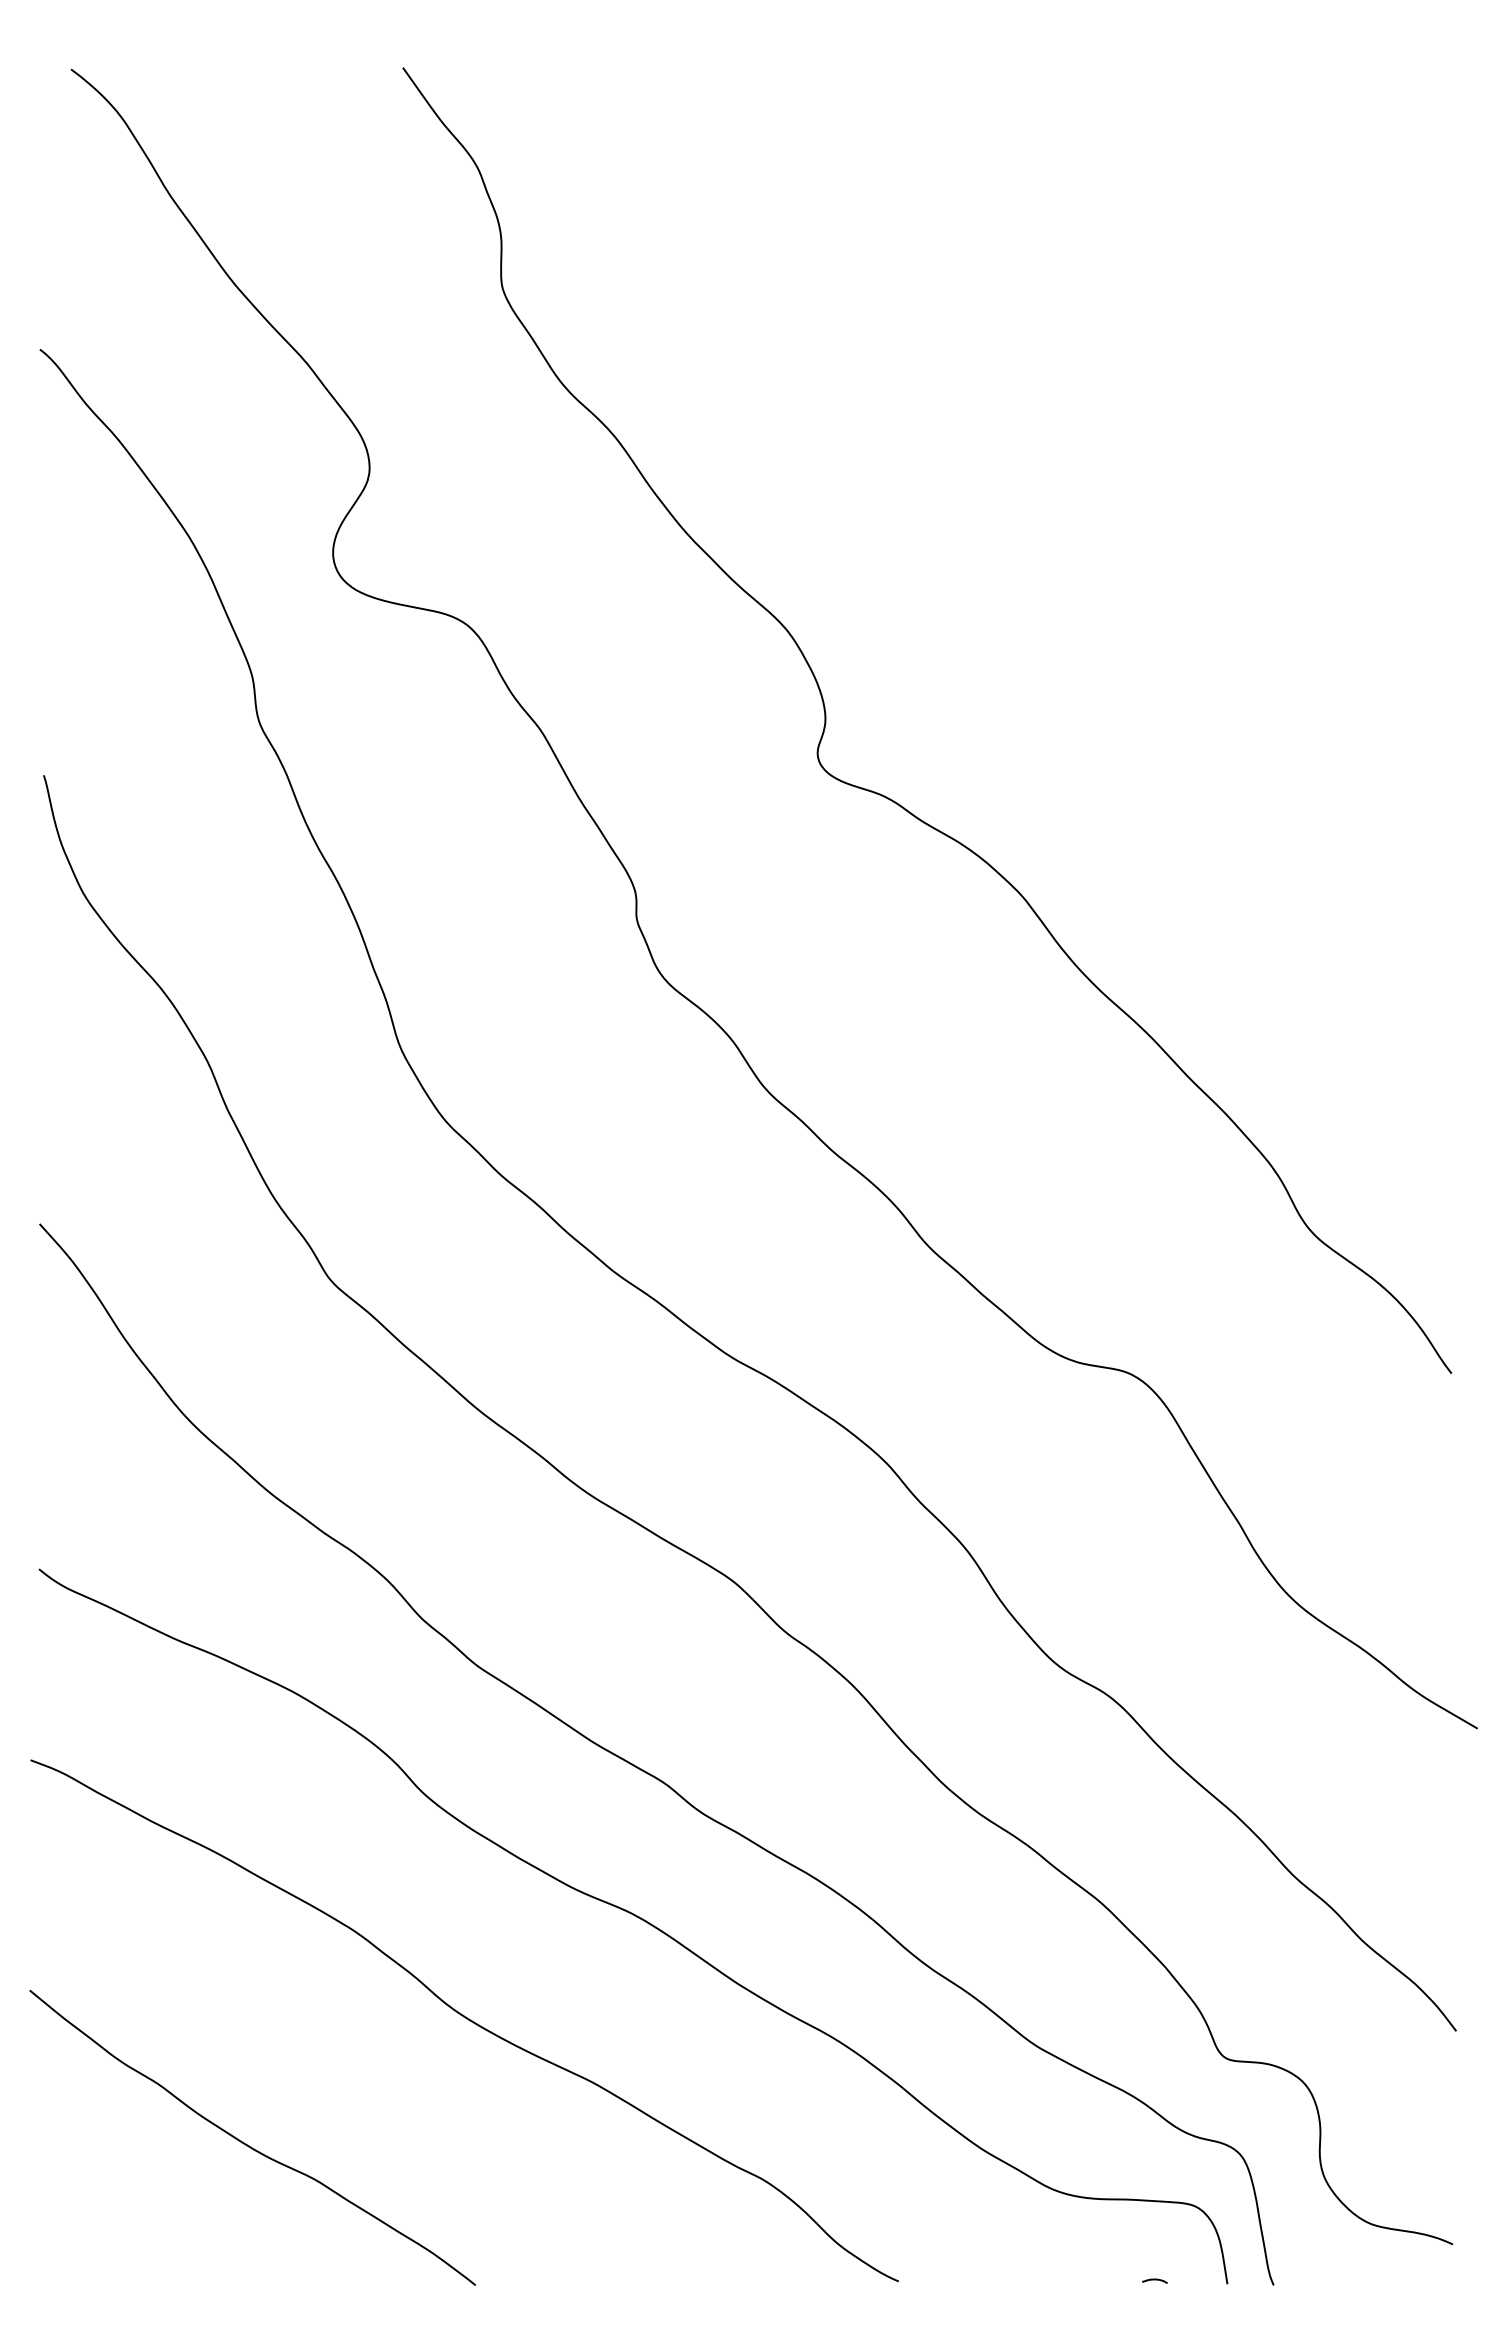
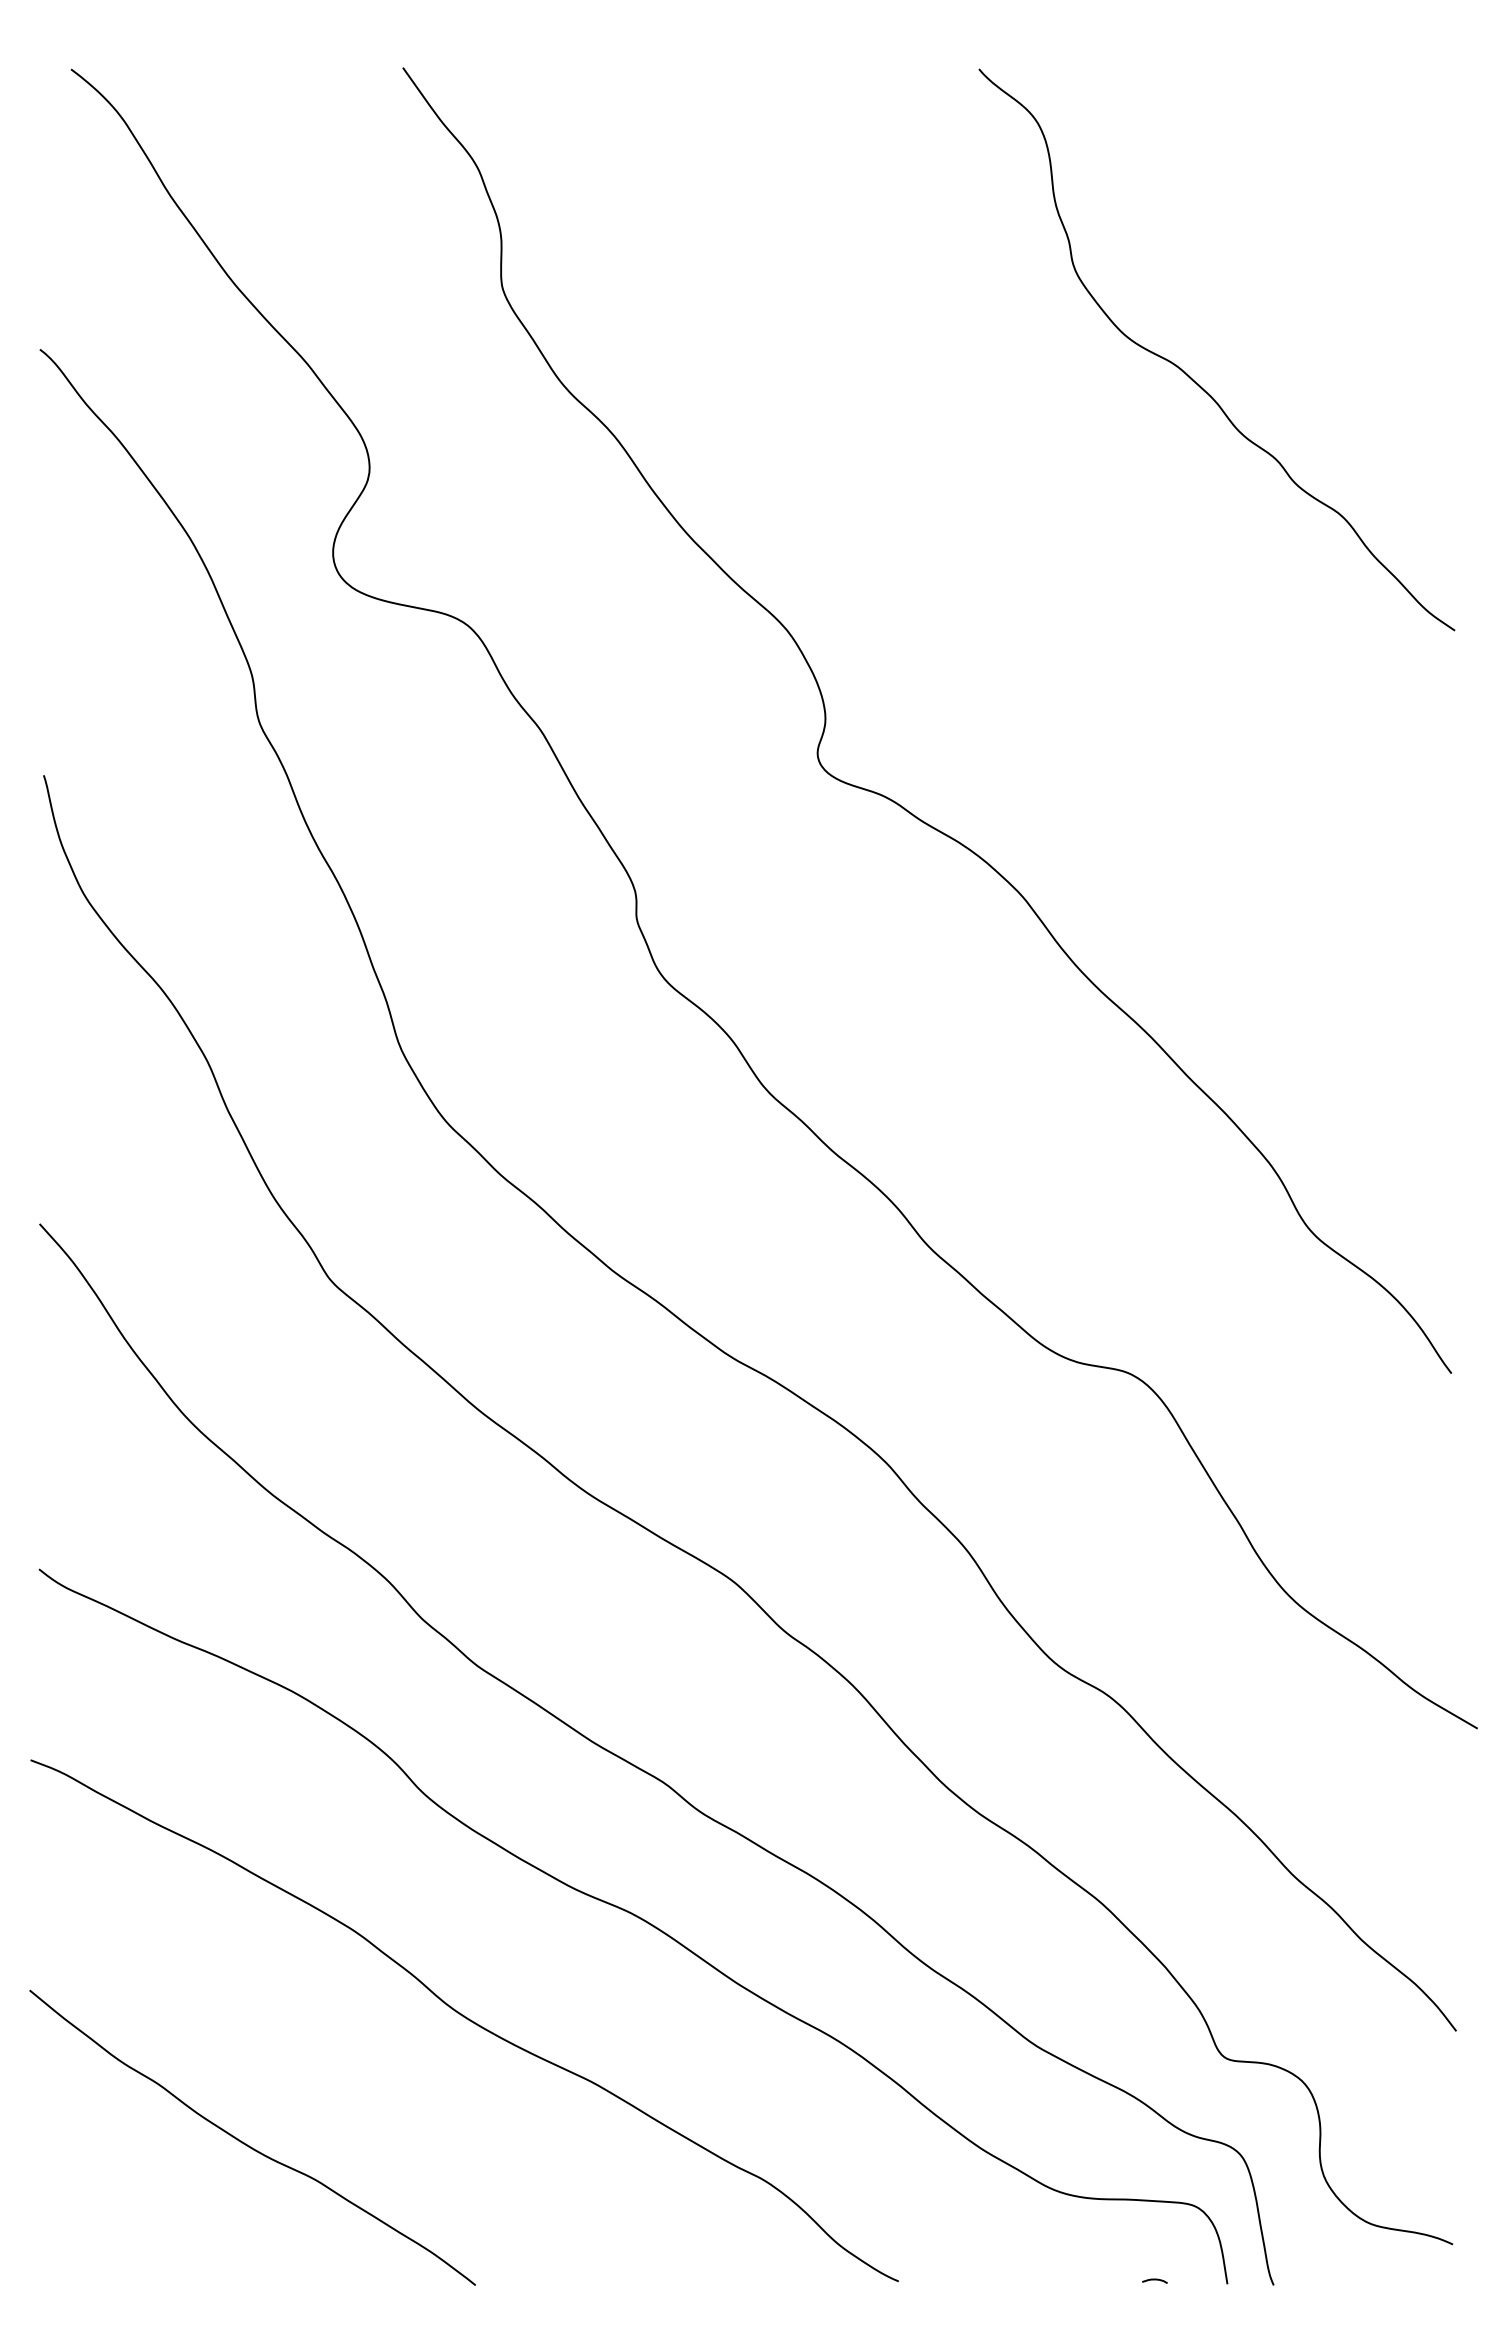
curve at (1189, 375): none -> present
